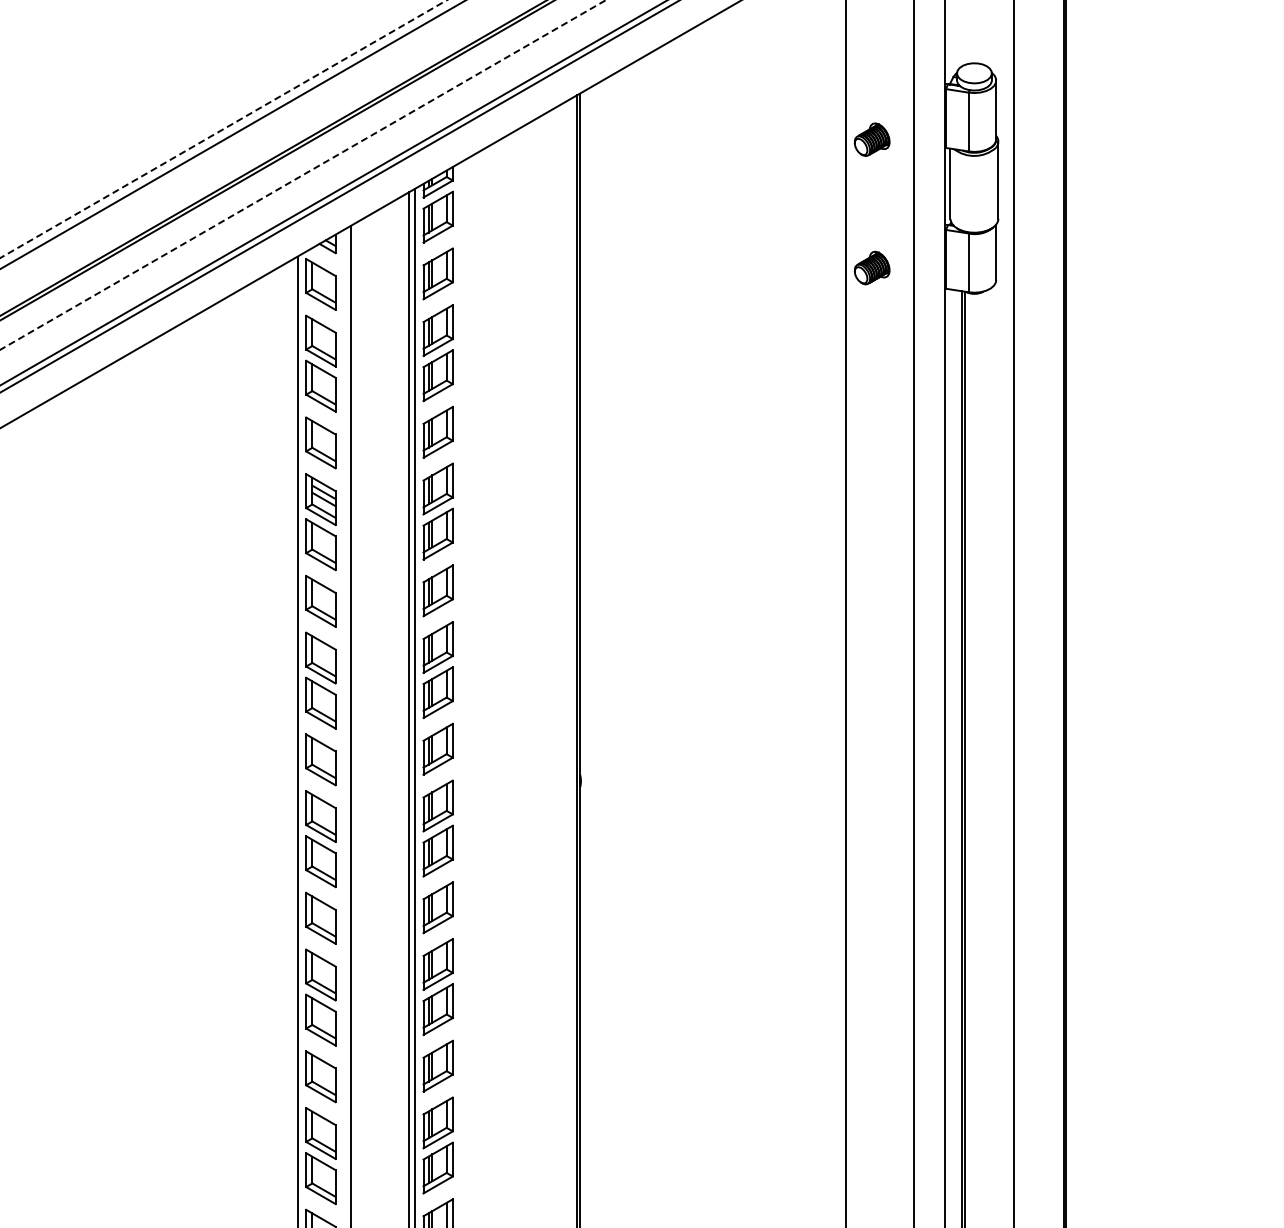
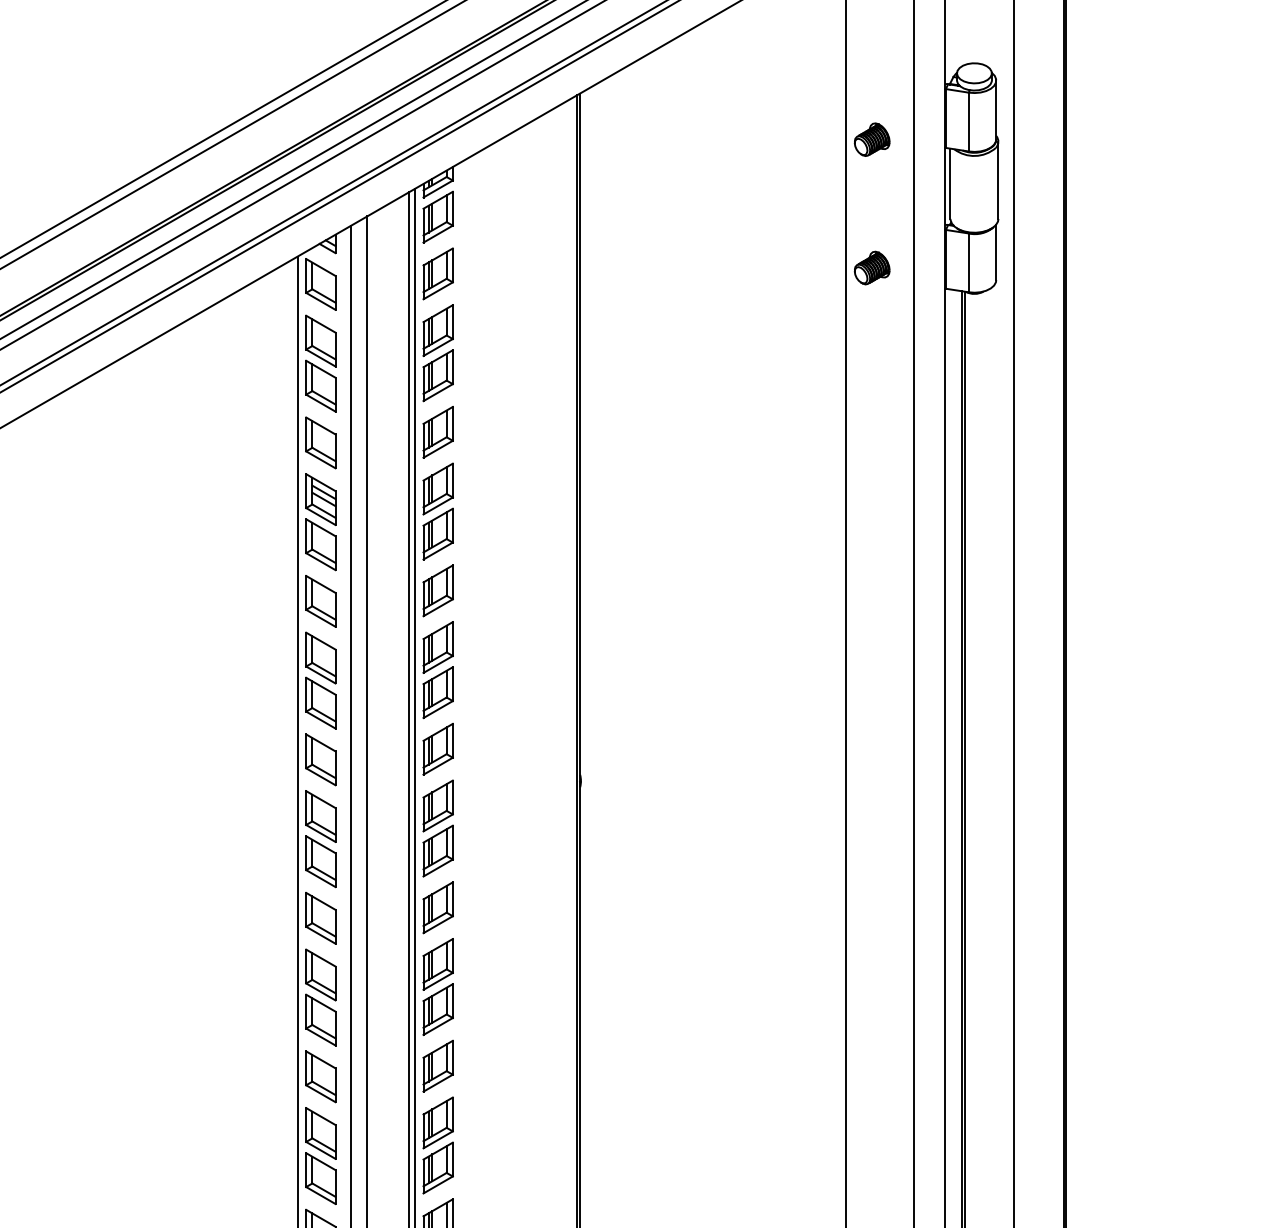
line at (224, 128): dashed -> solid
line at (292, 169): none -> present
line at (303, 174): dashed -> solid
line at (367, 720): none -> present
